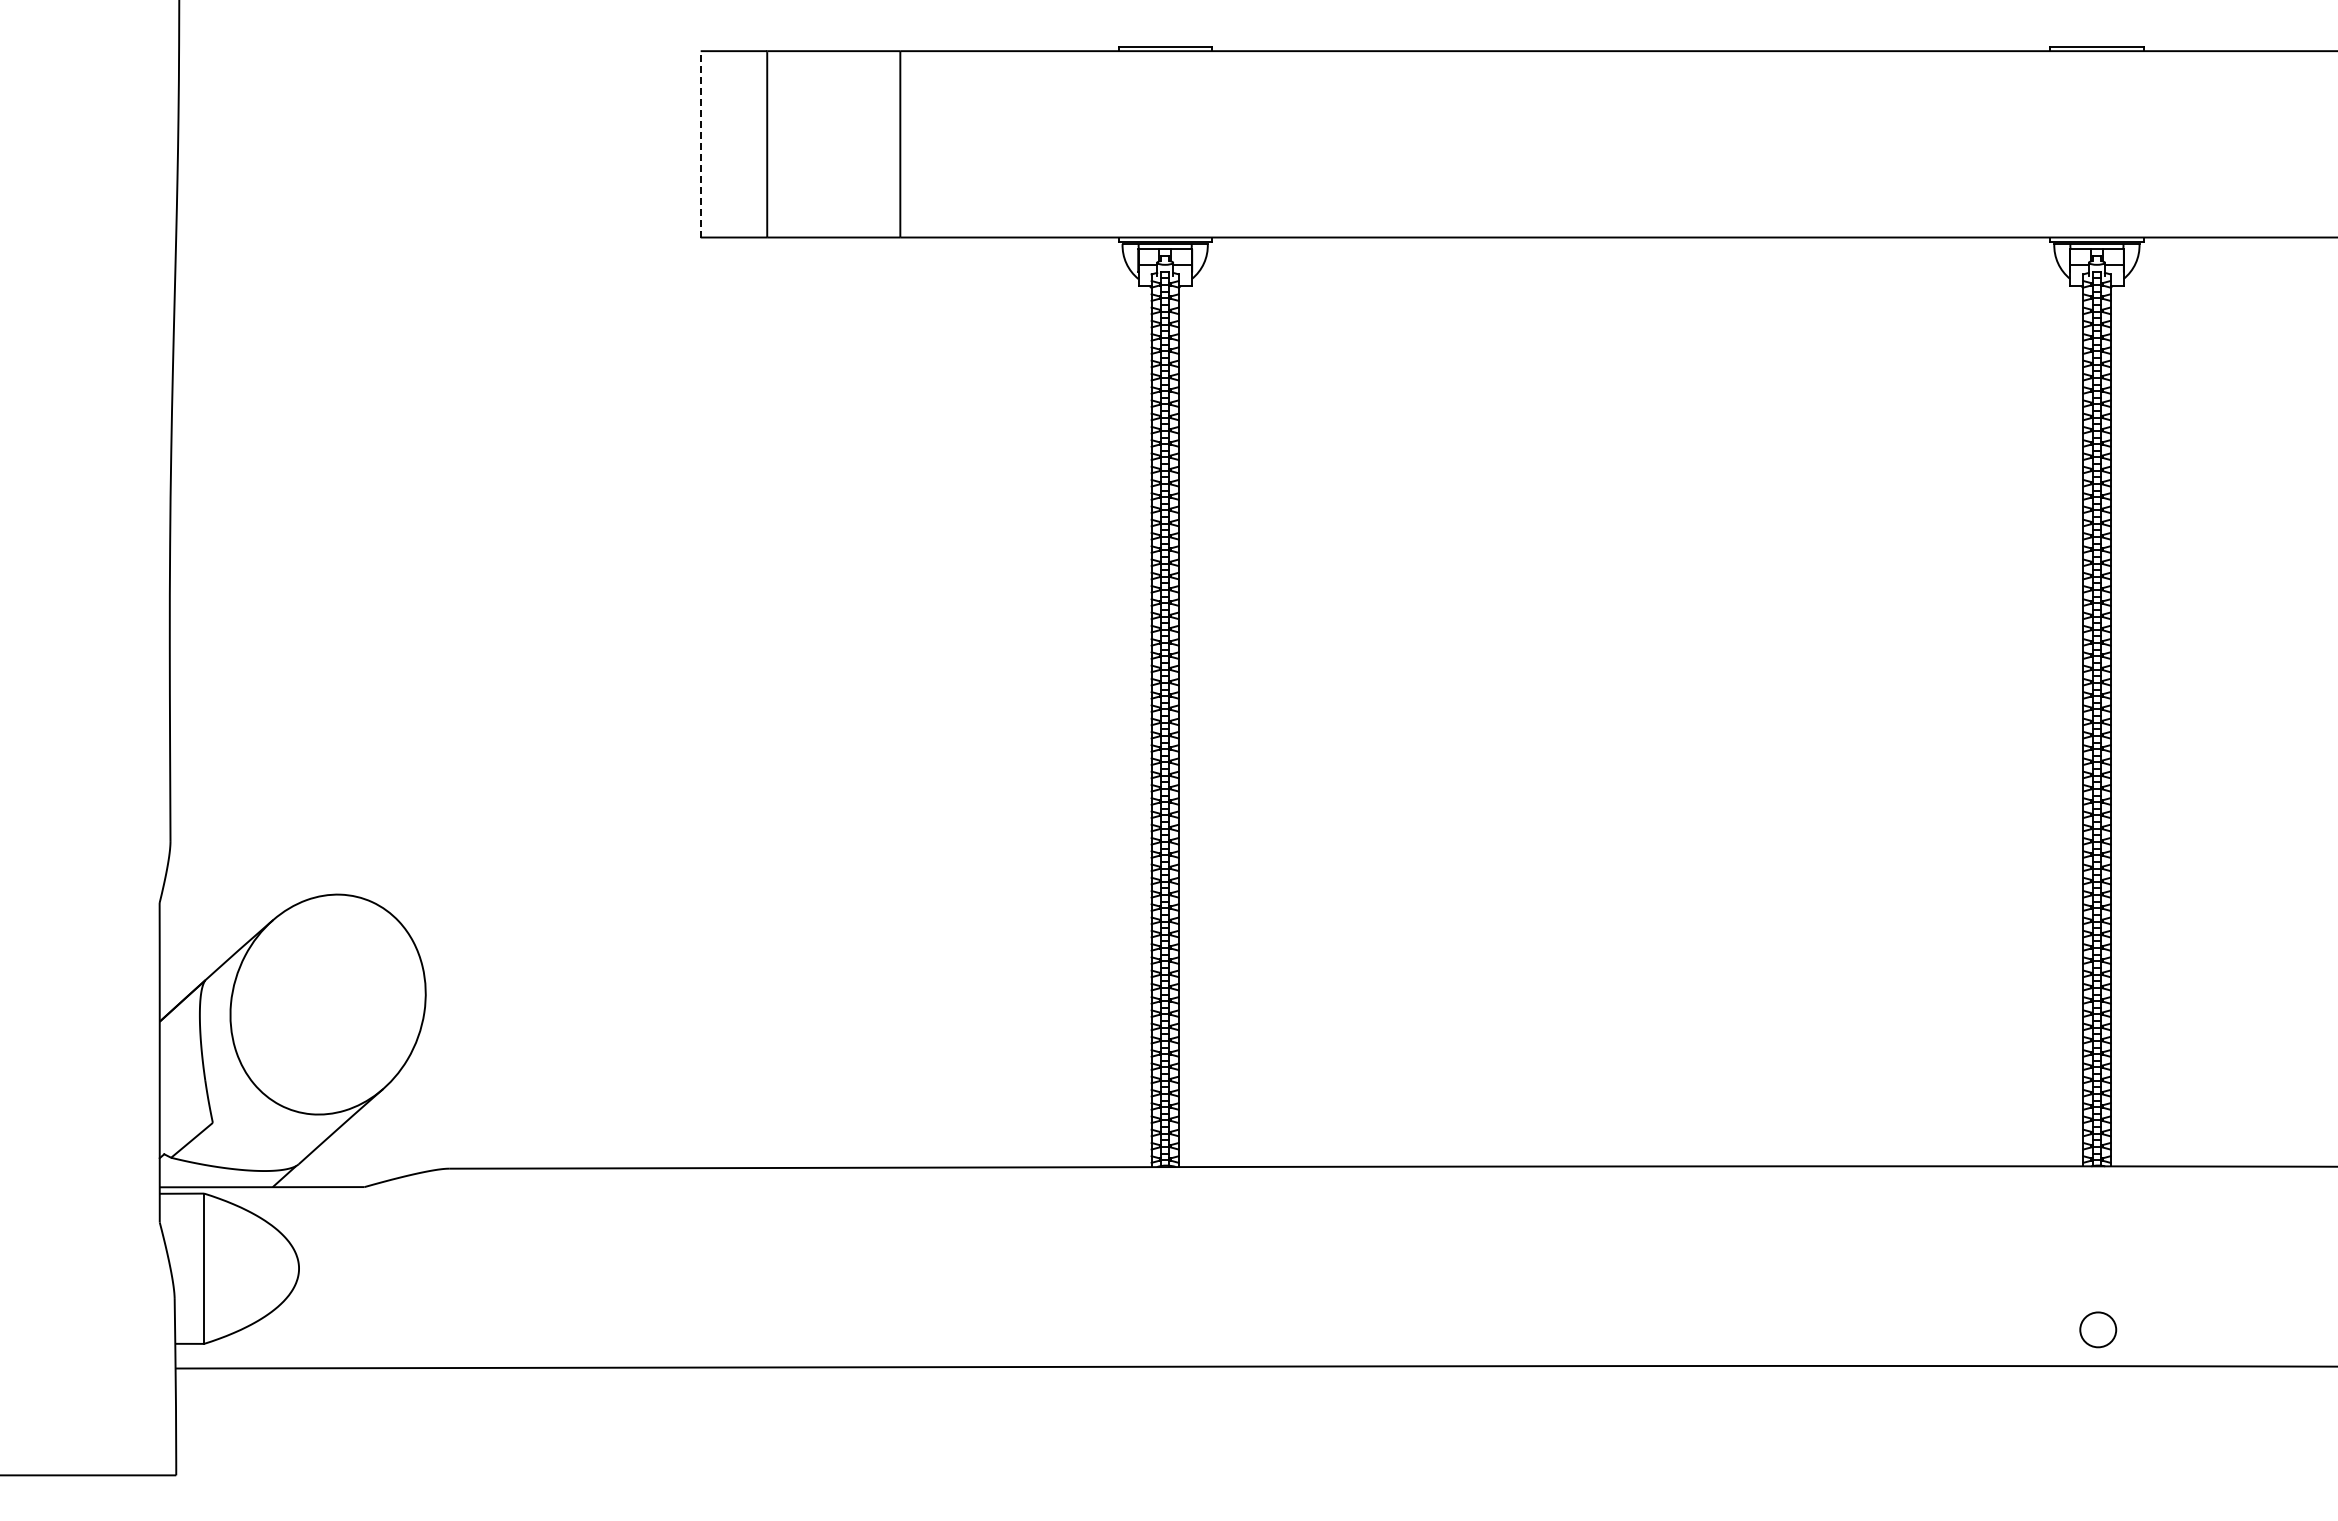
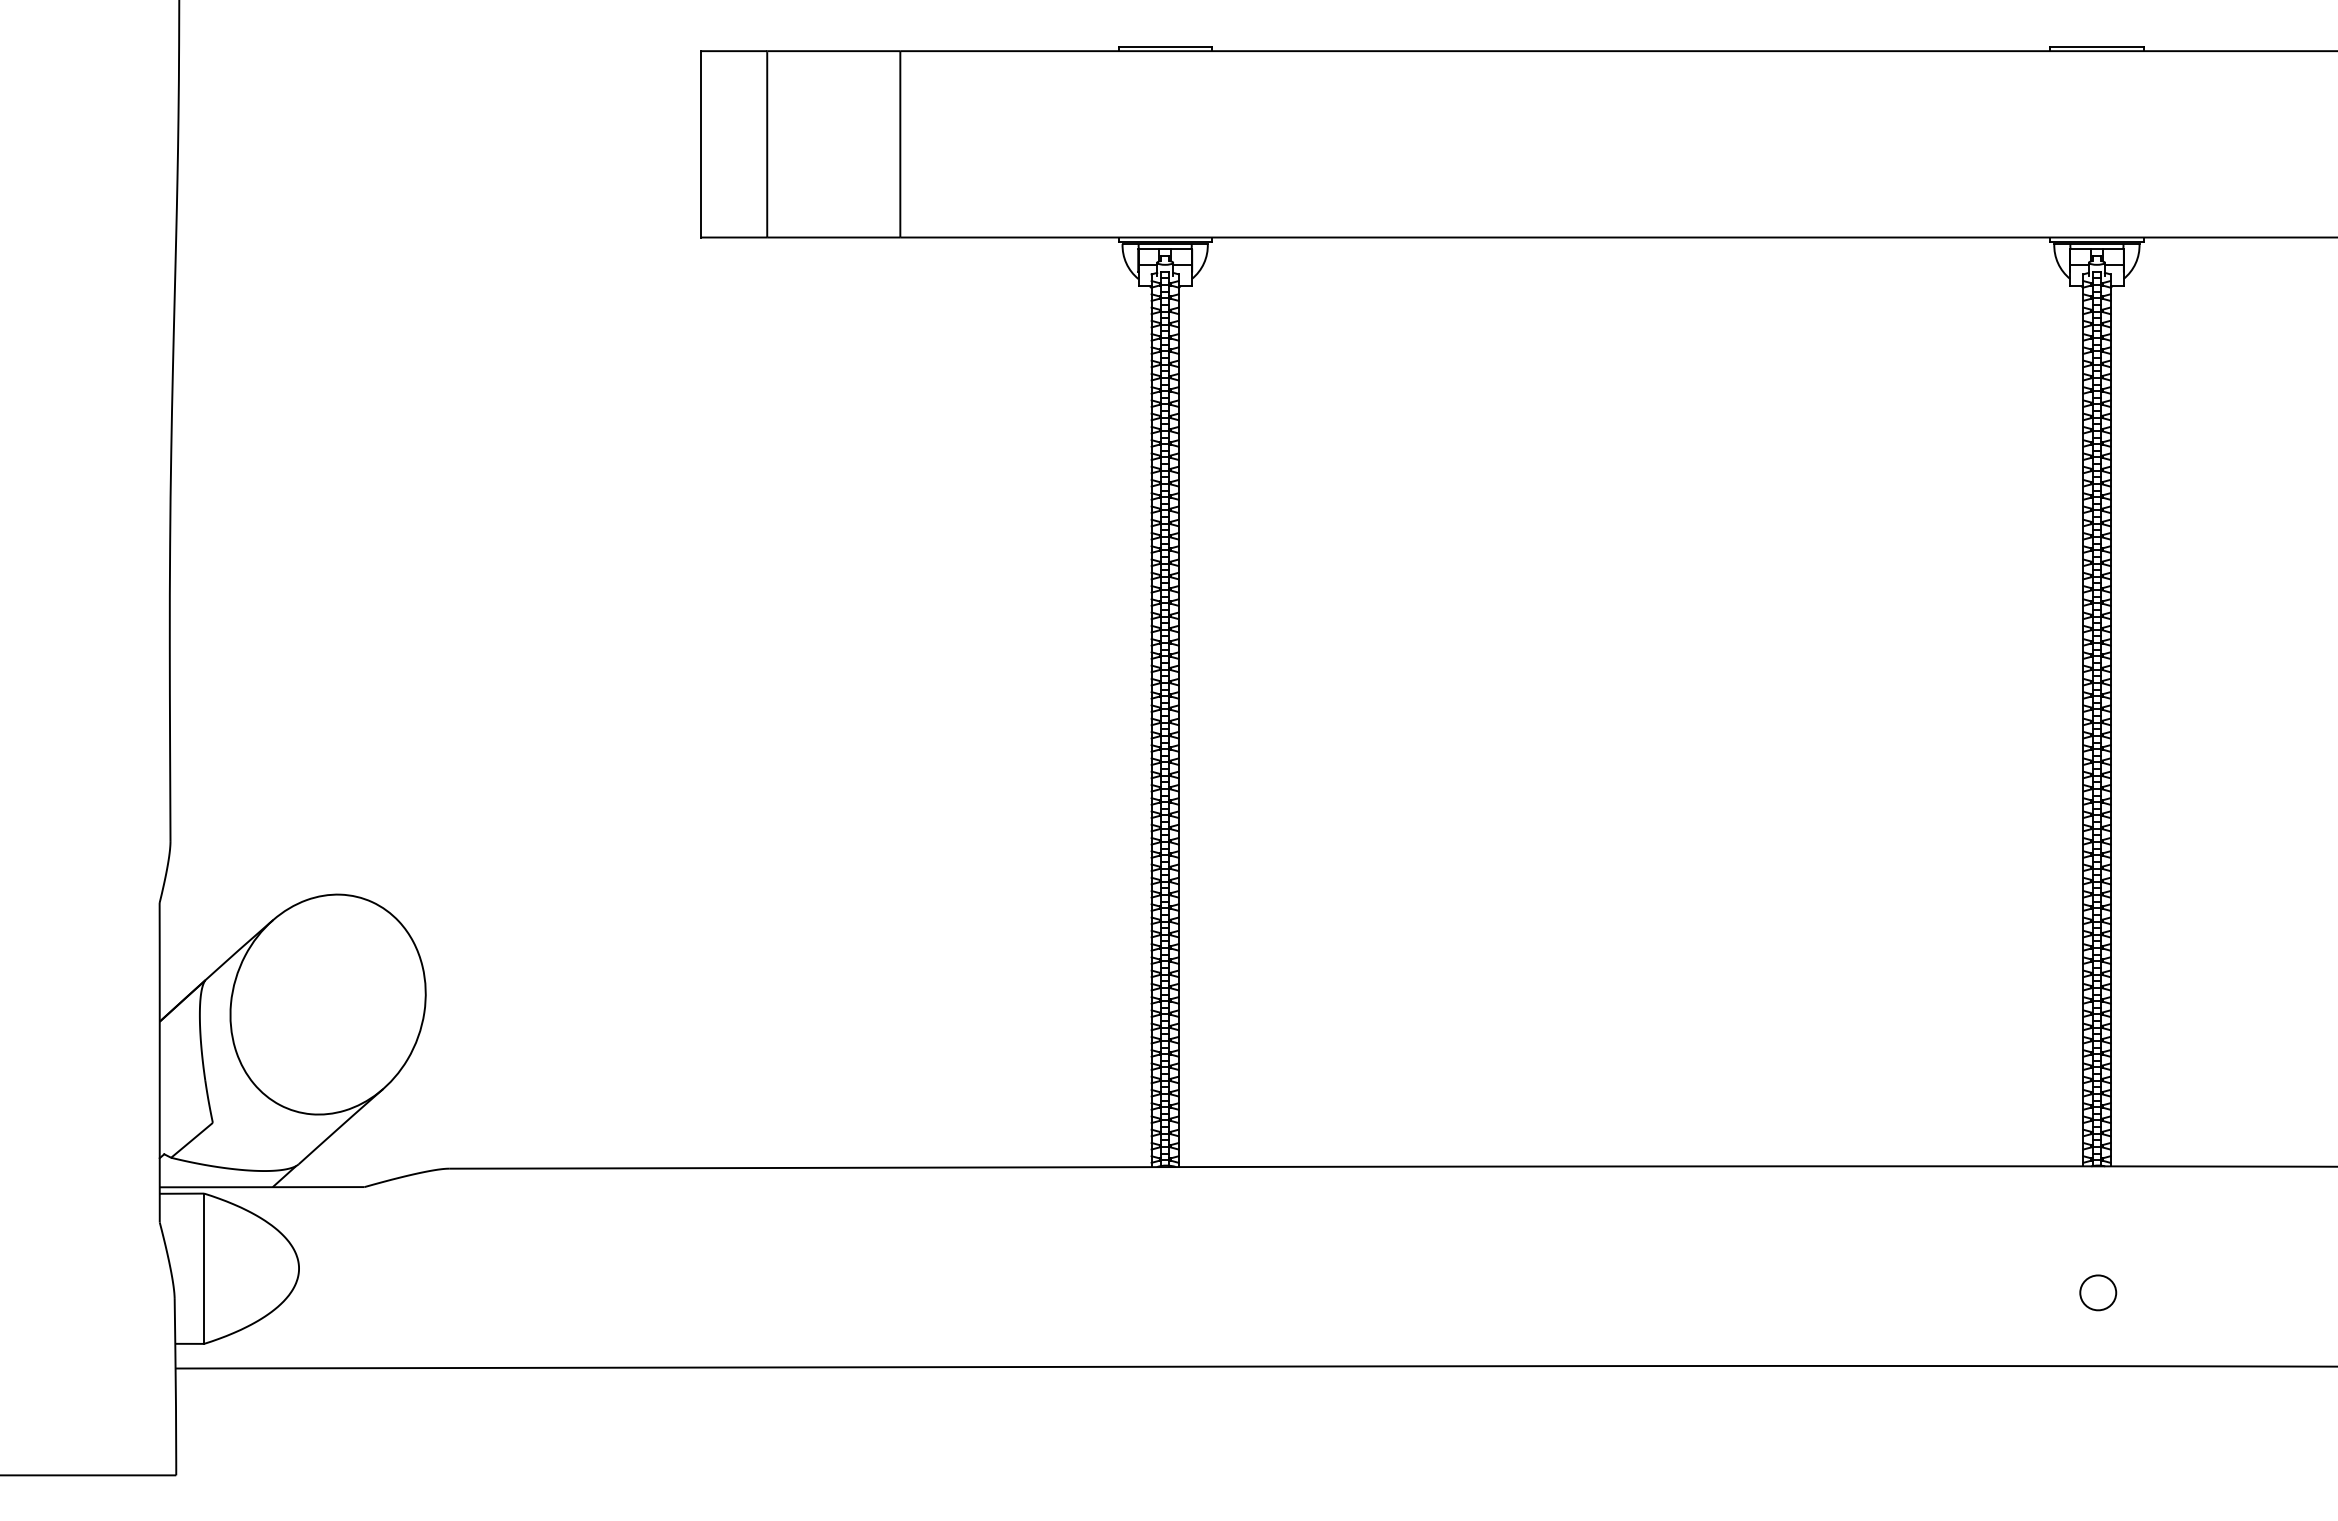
line at (700, 143): dashed -> solid
part at (2098, 1329) position: (2098, 1329) -> (2098, 1292)
